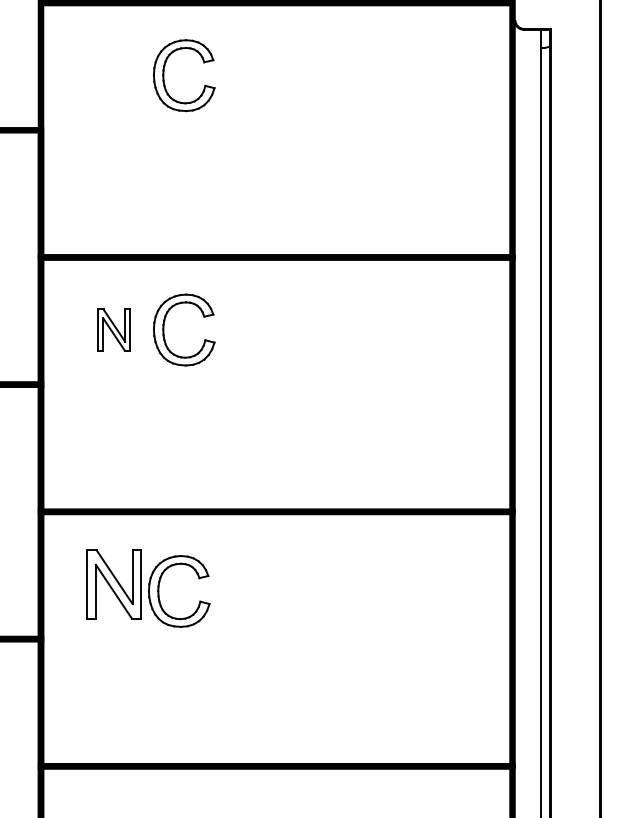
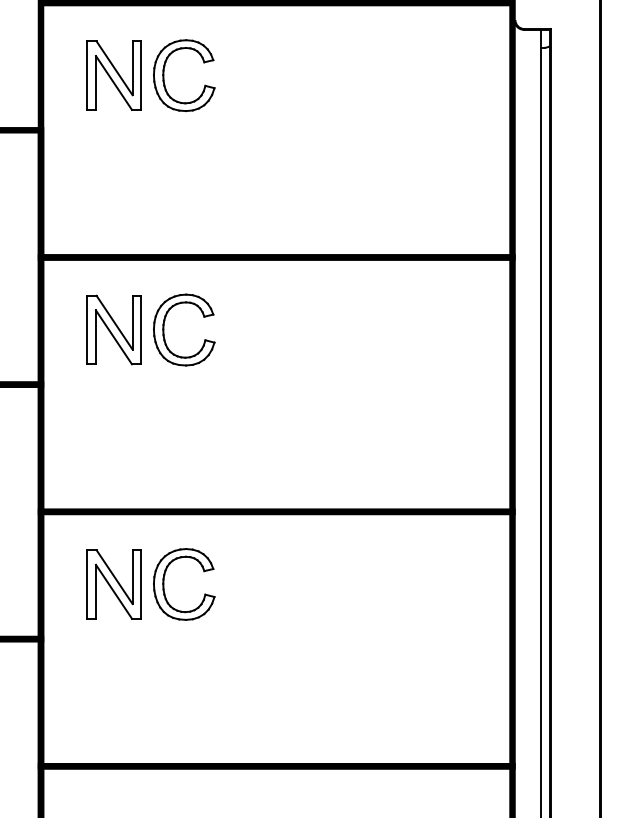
part at (113, 75): none -> present
part at (113, 329) size: 34x44 px -> 56x72 px
part at (159, 591) position: (159, 591) -> (164, 584)
